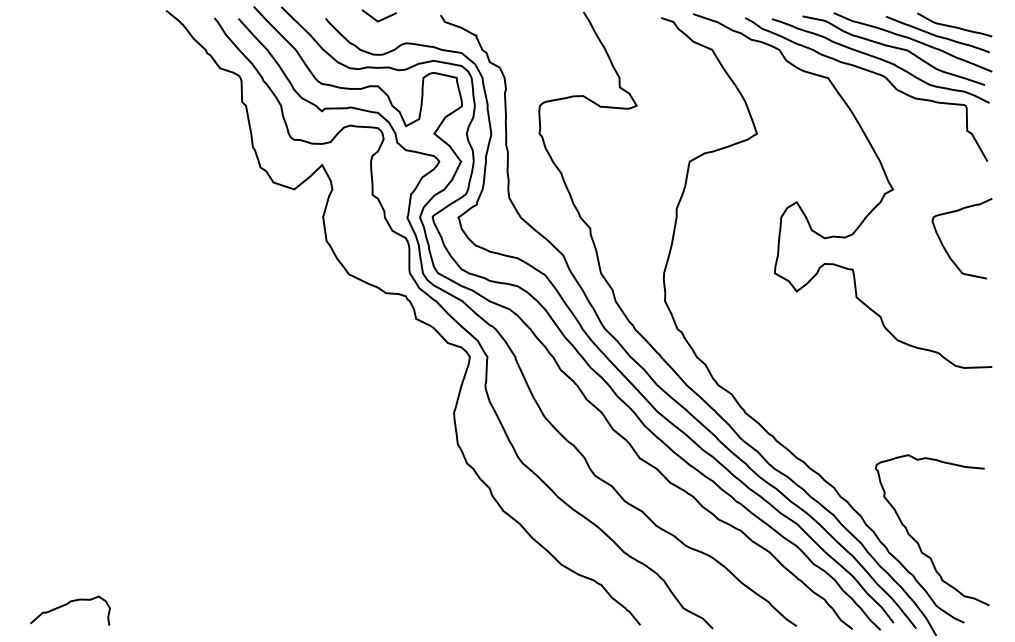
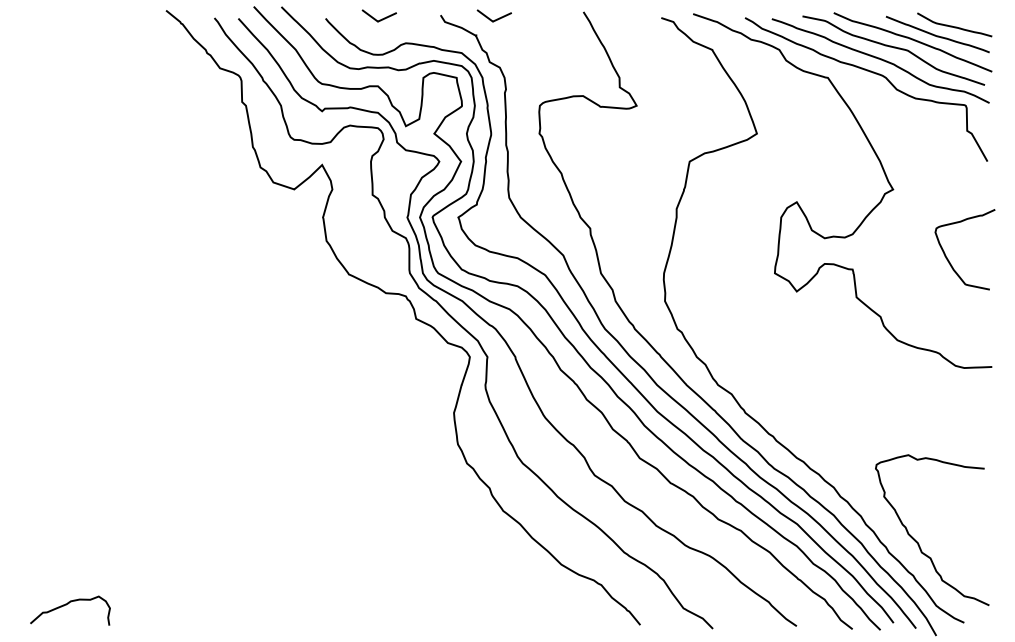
line at (494, 19): none -> present
curve at (946, 249) position: (946, 249) -> (949, 260)
